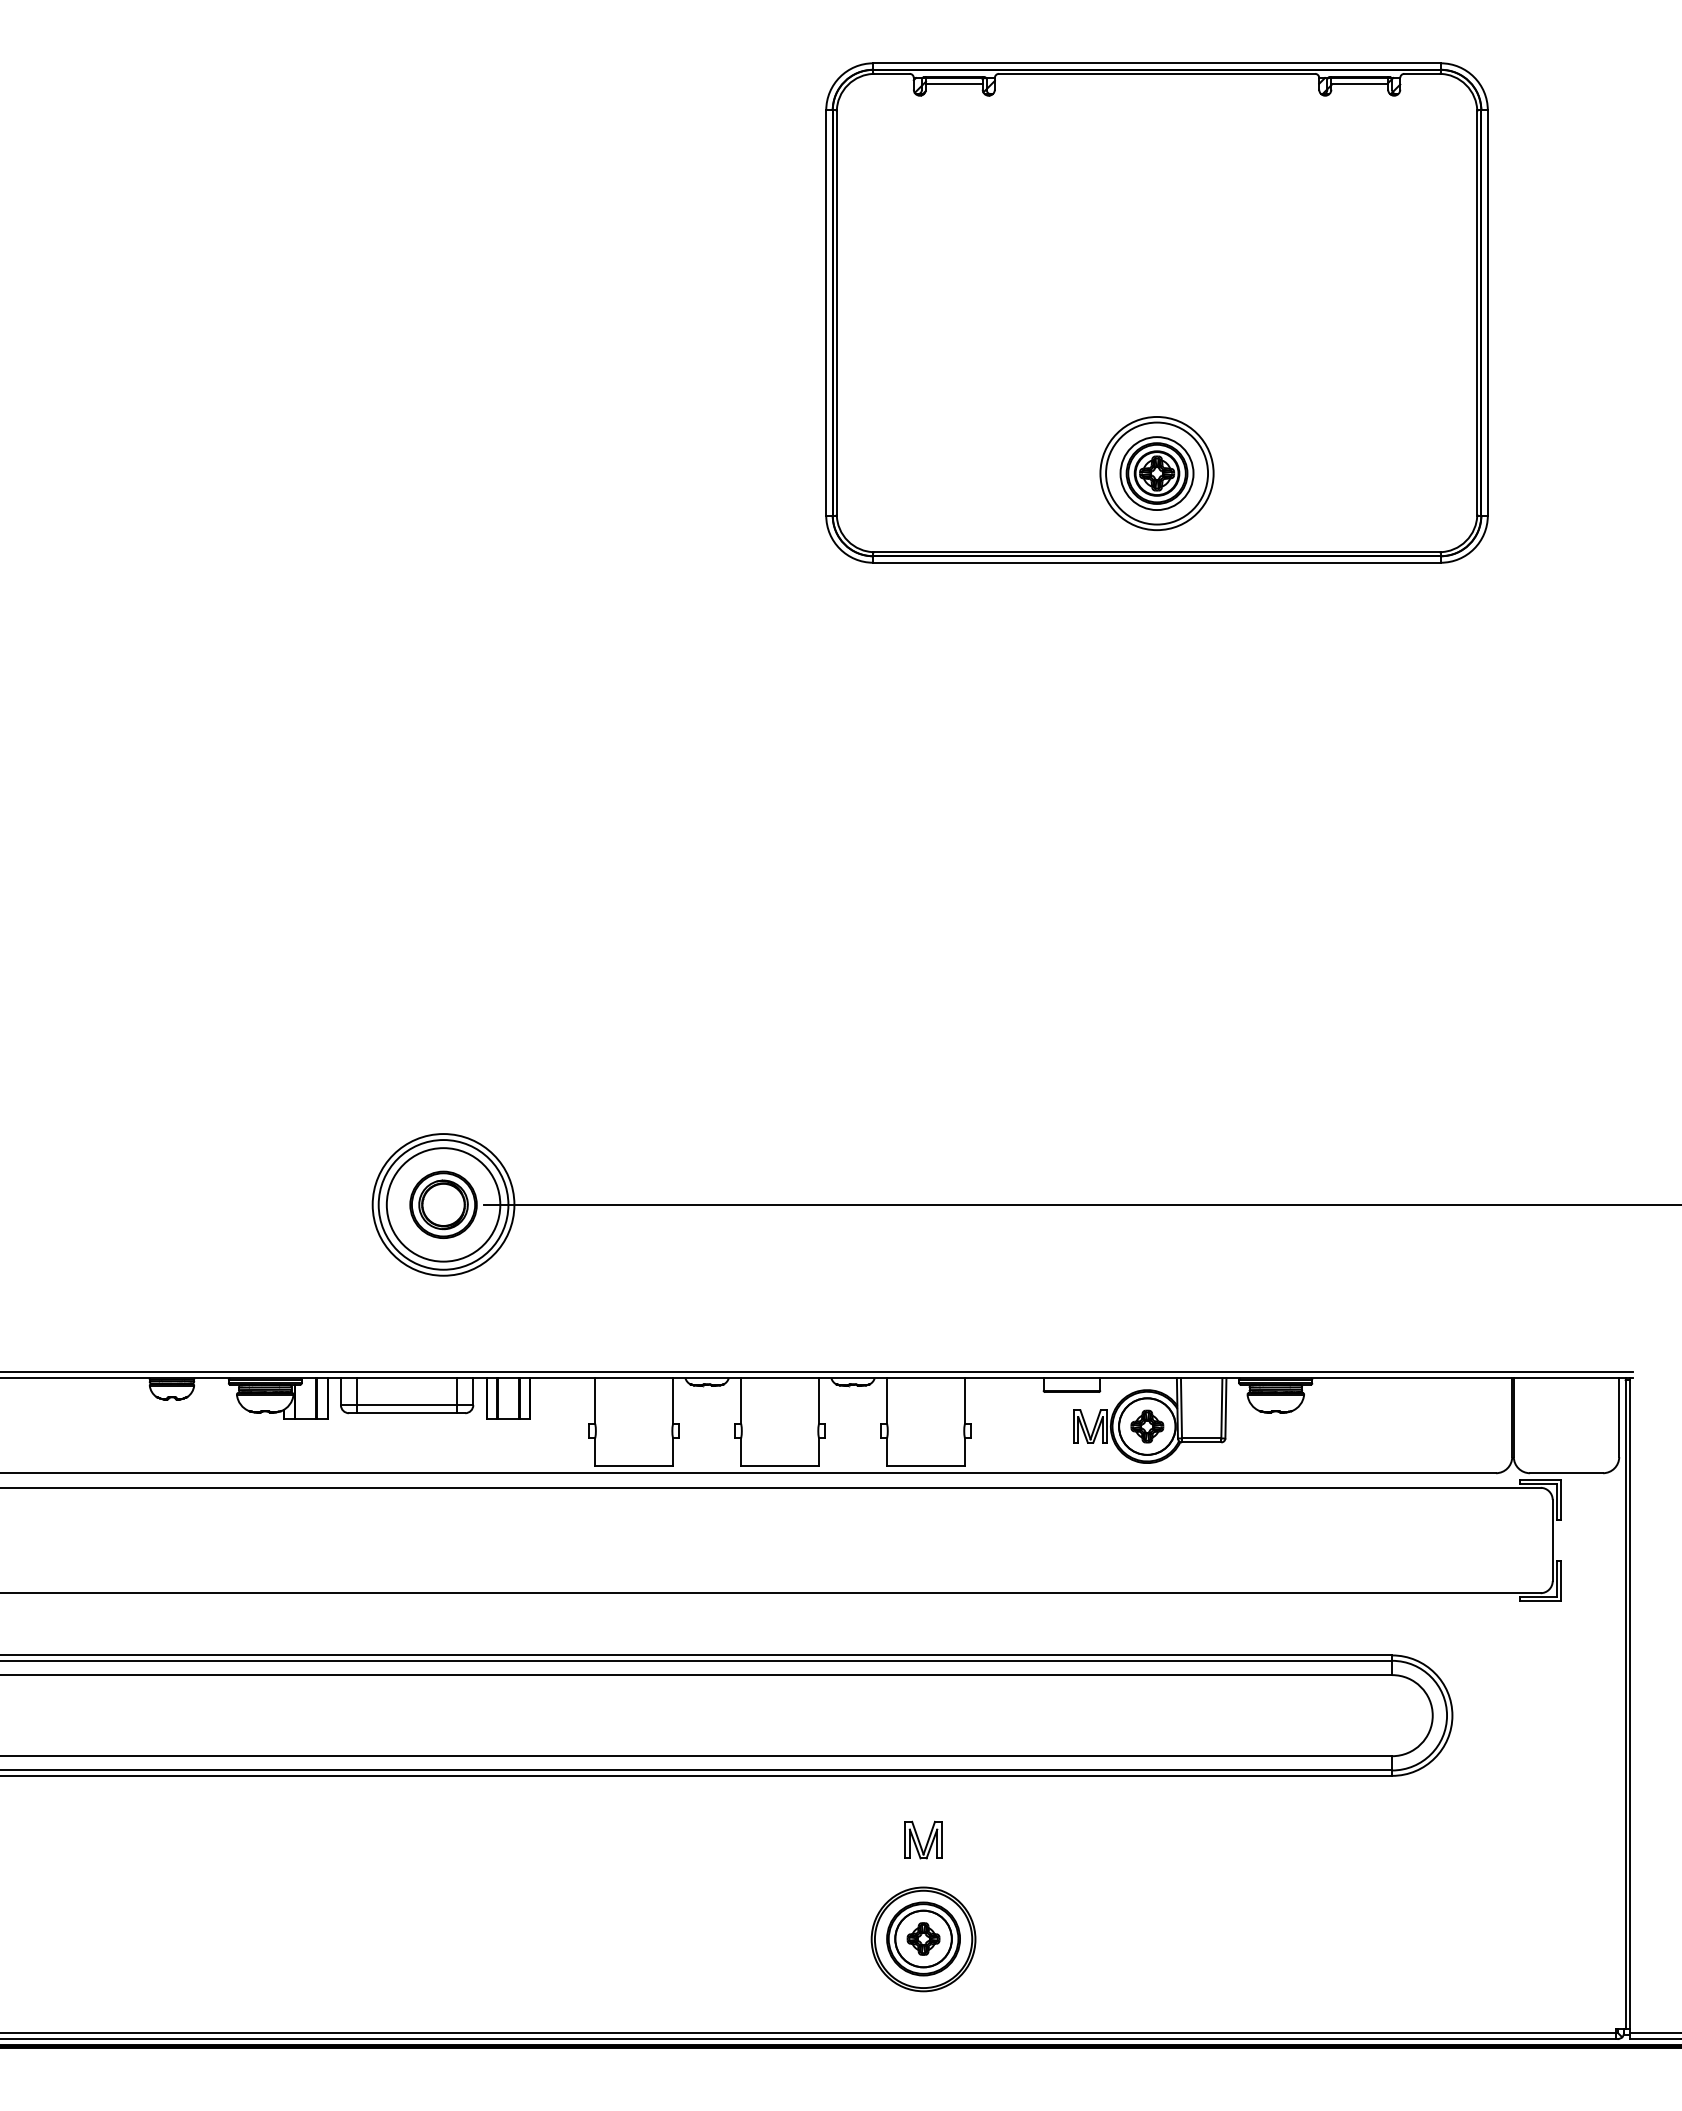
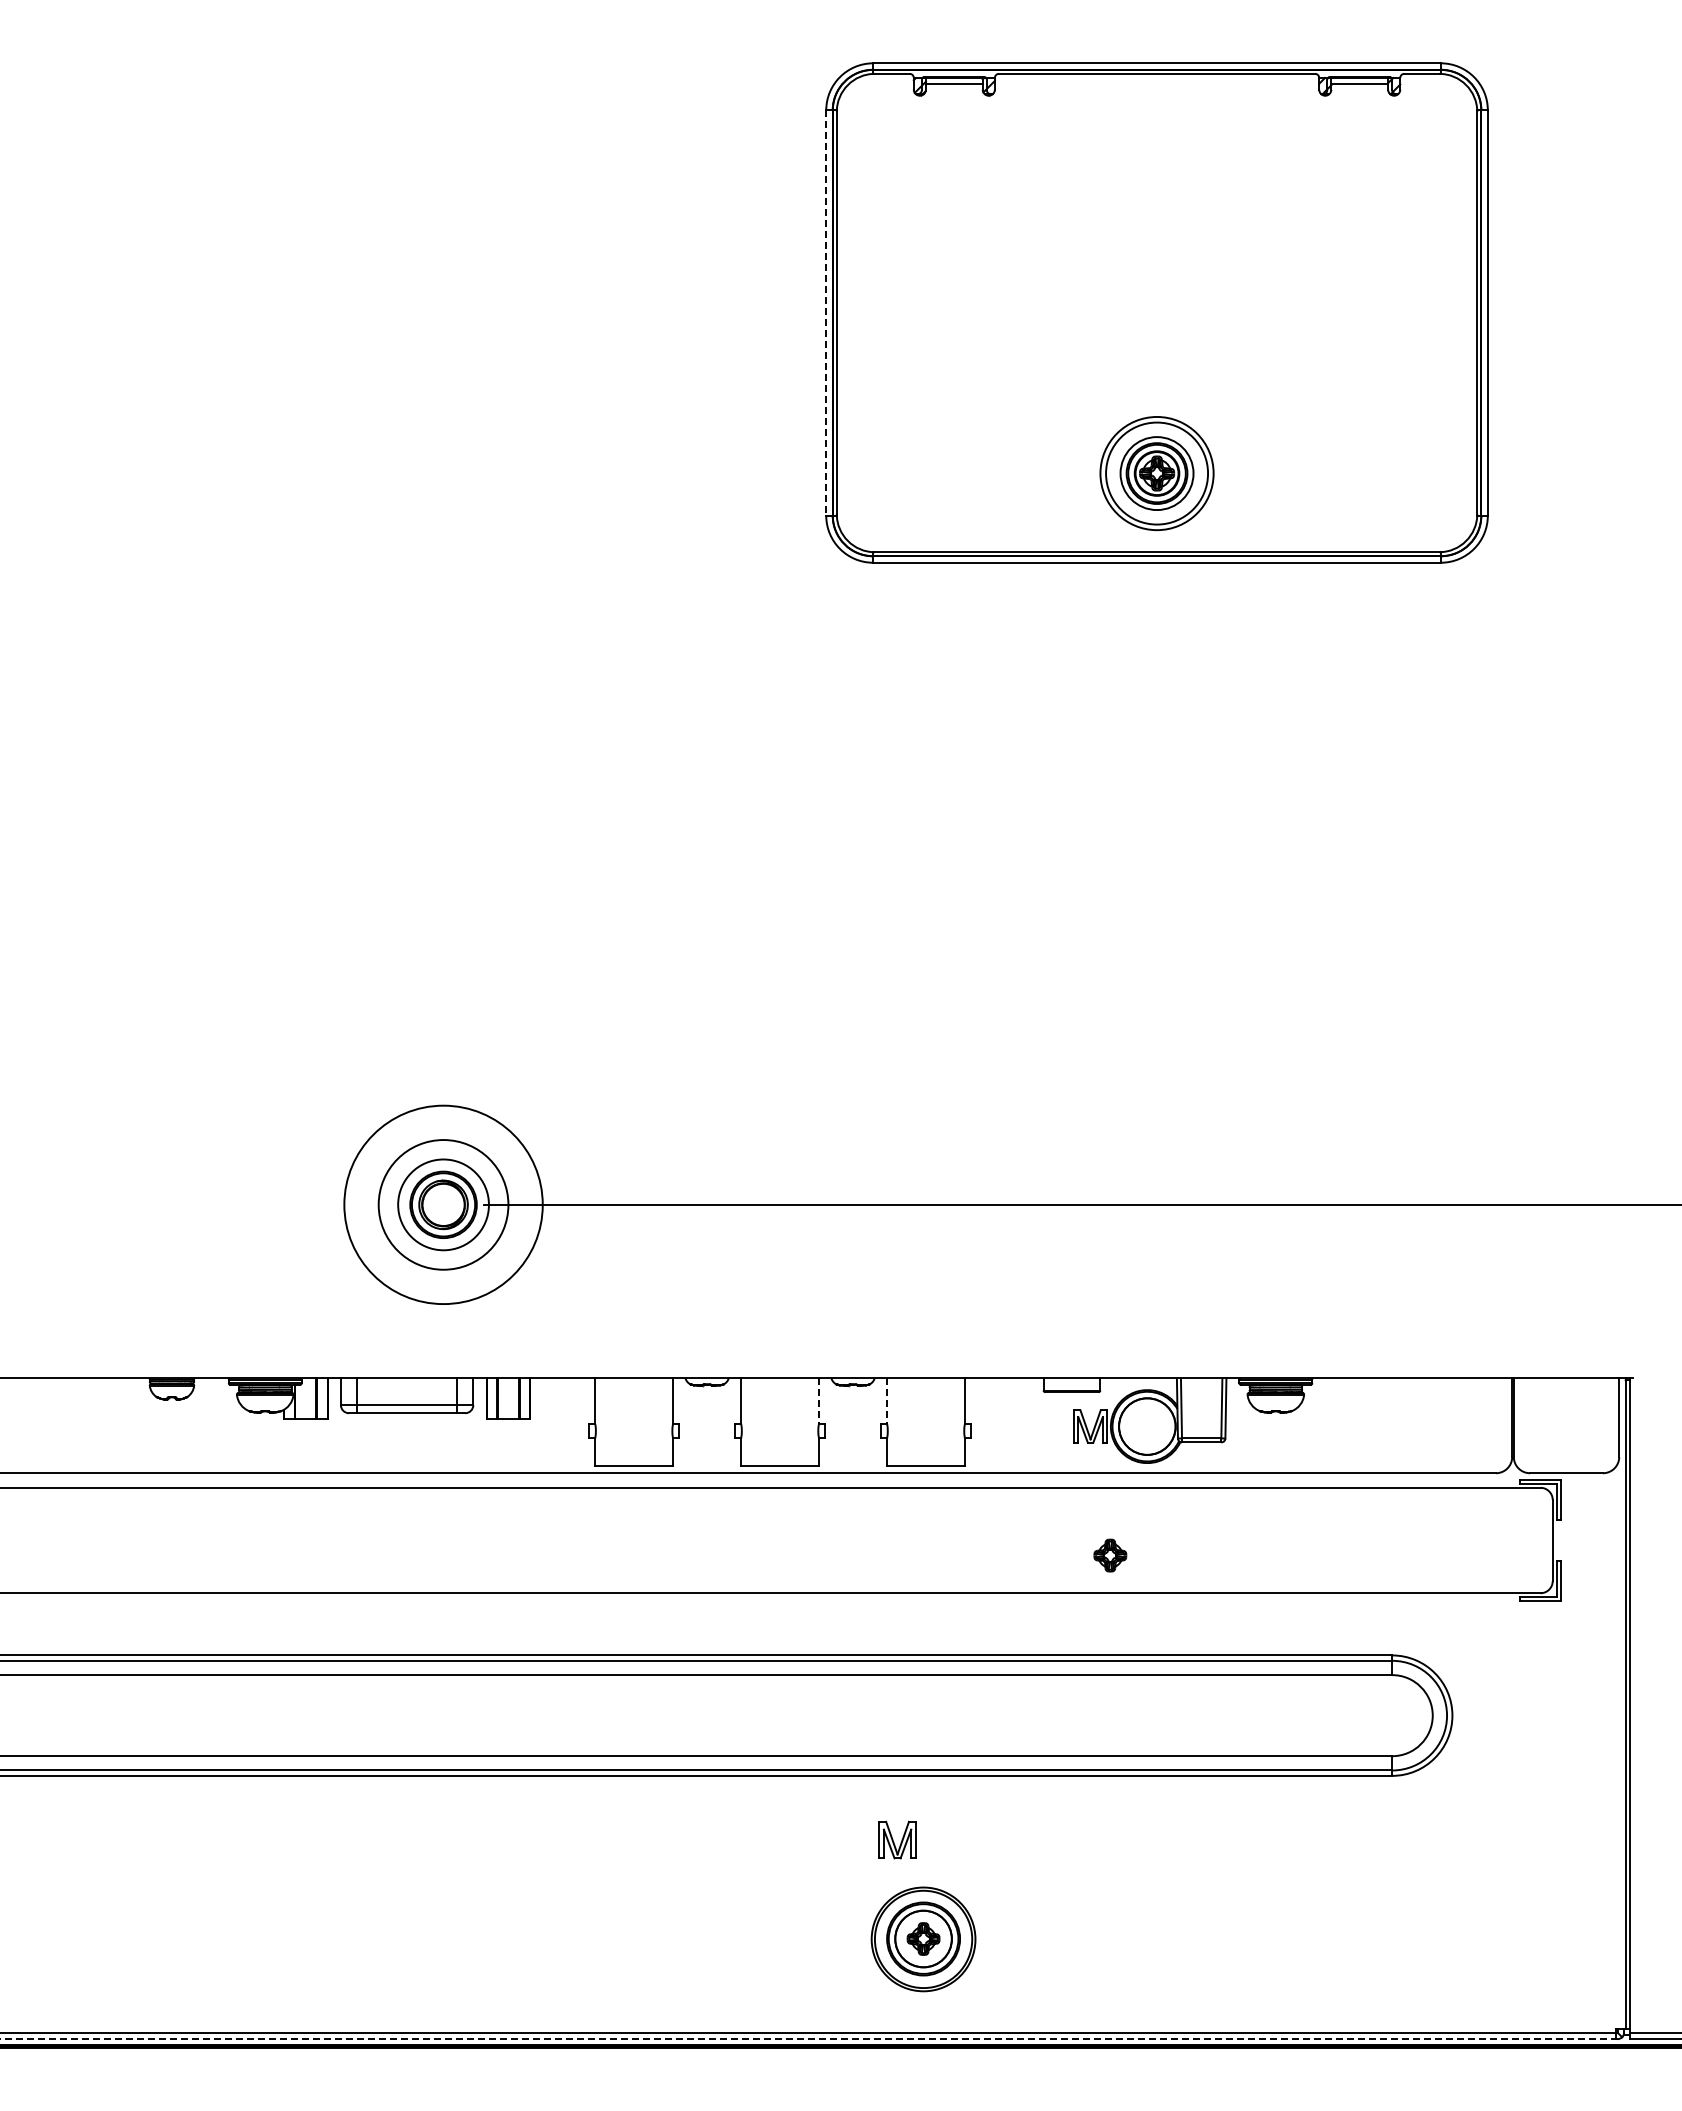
line at (826, 313): solid -> dashed
circle at (443, 1204) diameter: 114 px -> 91 px
circle at (443, 1204) diameter: 142 px -> 198 px
line at (817, 1371): present -> none
line at (818, 1401): solid -> dashed
line at (887, 1401): solid -> dashed
part at (1147, 1426) position: (1147, 1426) -> (1110, 1555)
part at (923, 1839) position: (923, 1839) -> (897, 1839)
line at (808, 2039): solid -> dashed
